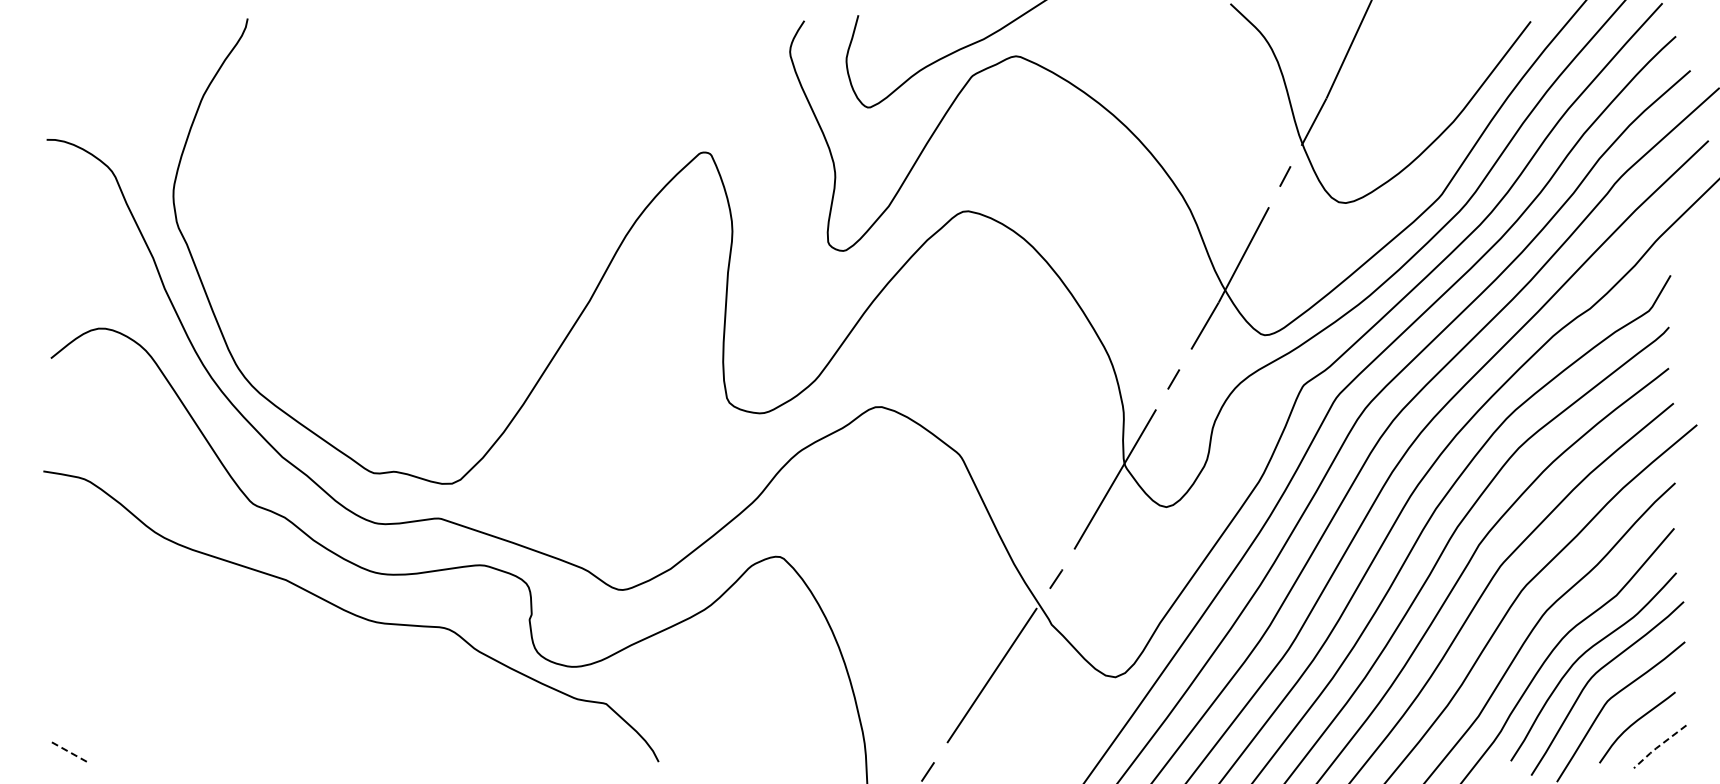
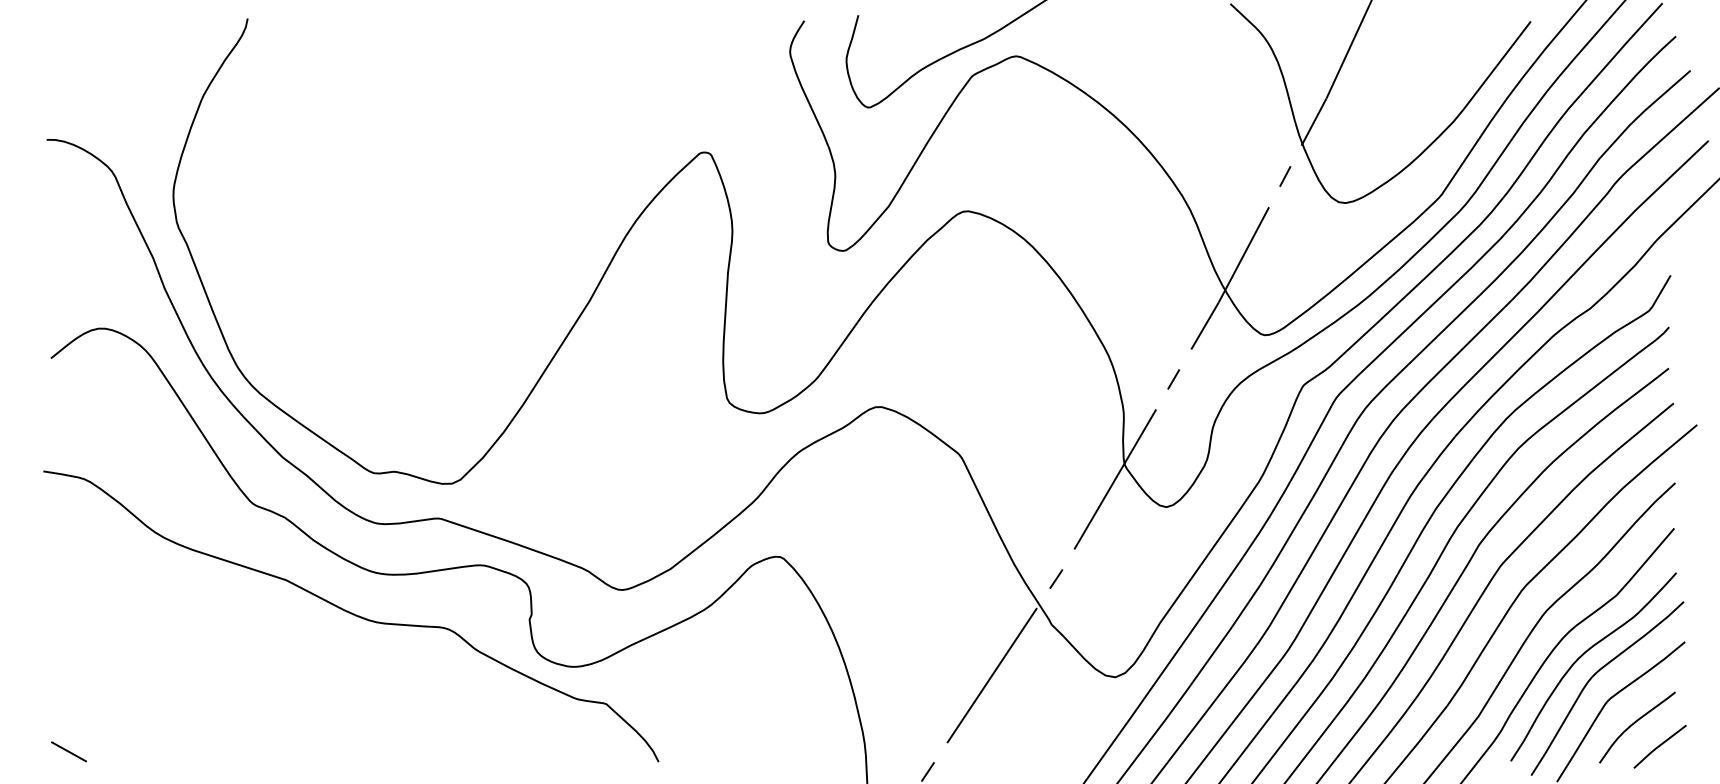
line at (1658, 746): dashed -> solid
line at (68, 751): dashed -> solid
